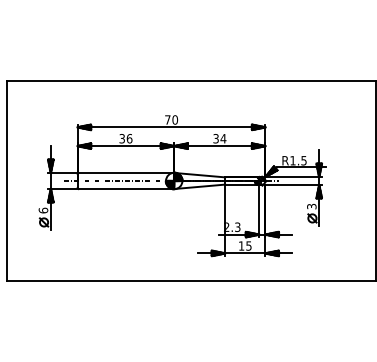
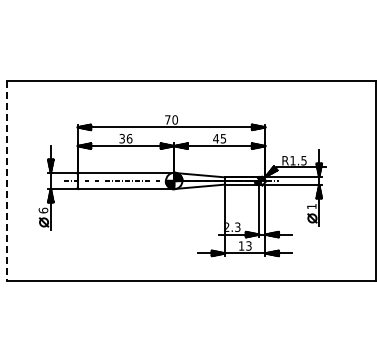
text at (219, 138): 34 -> 45
line at (6, 181): solid -> dashed
text at (311, 206): 3 -> 1
text at (248, 245): 15 -> 13
